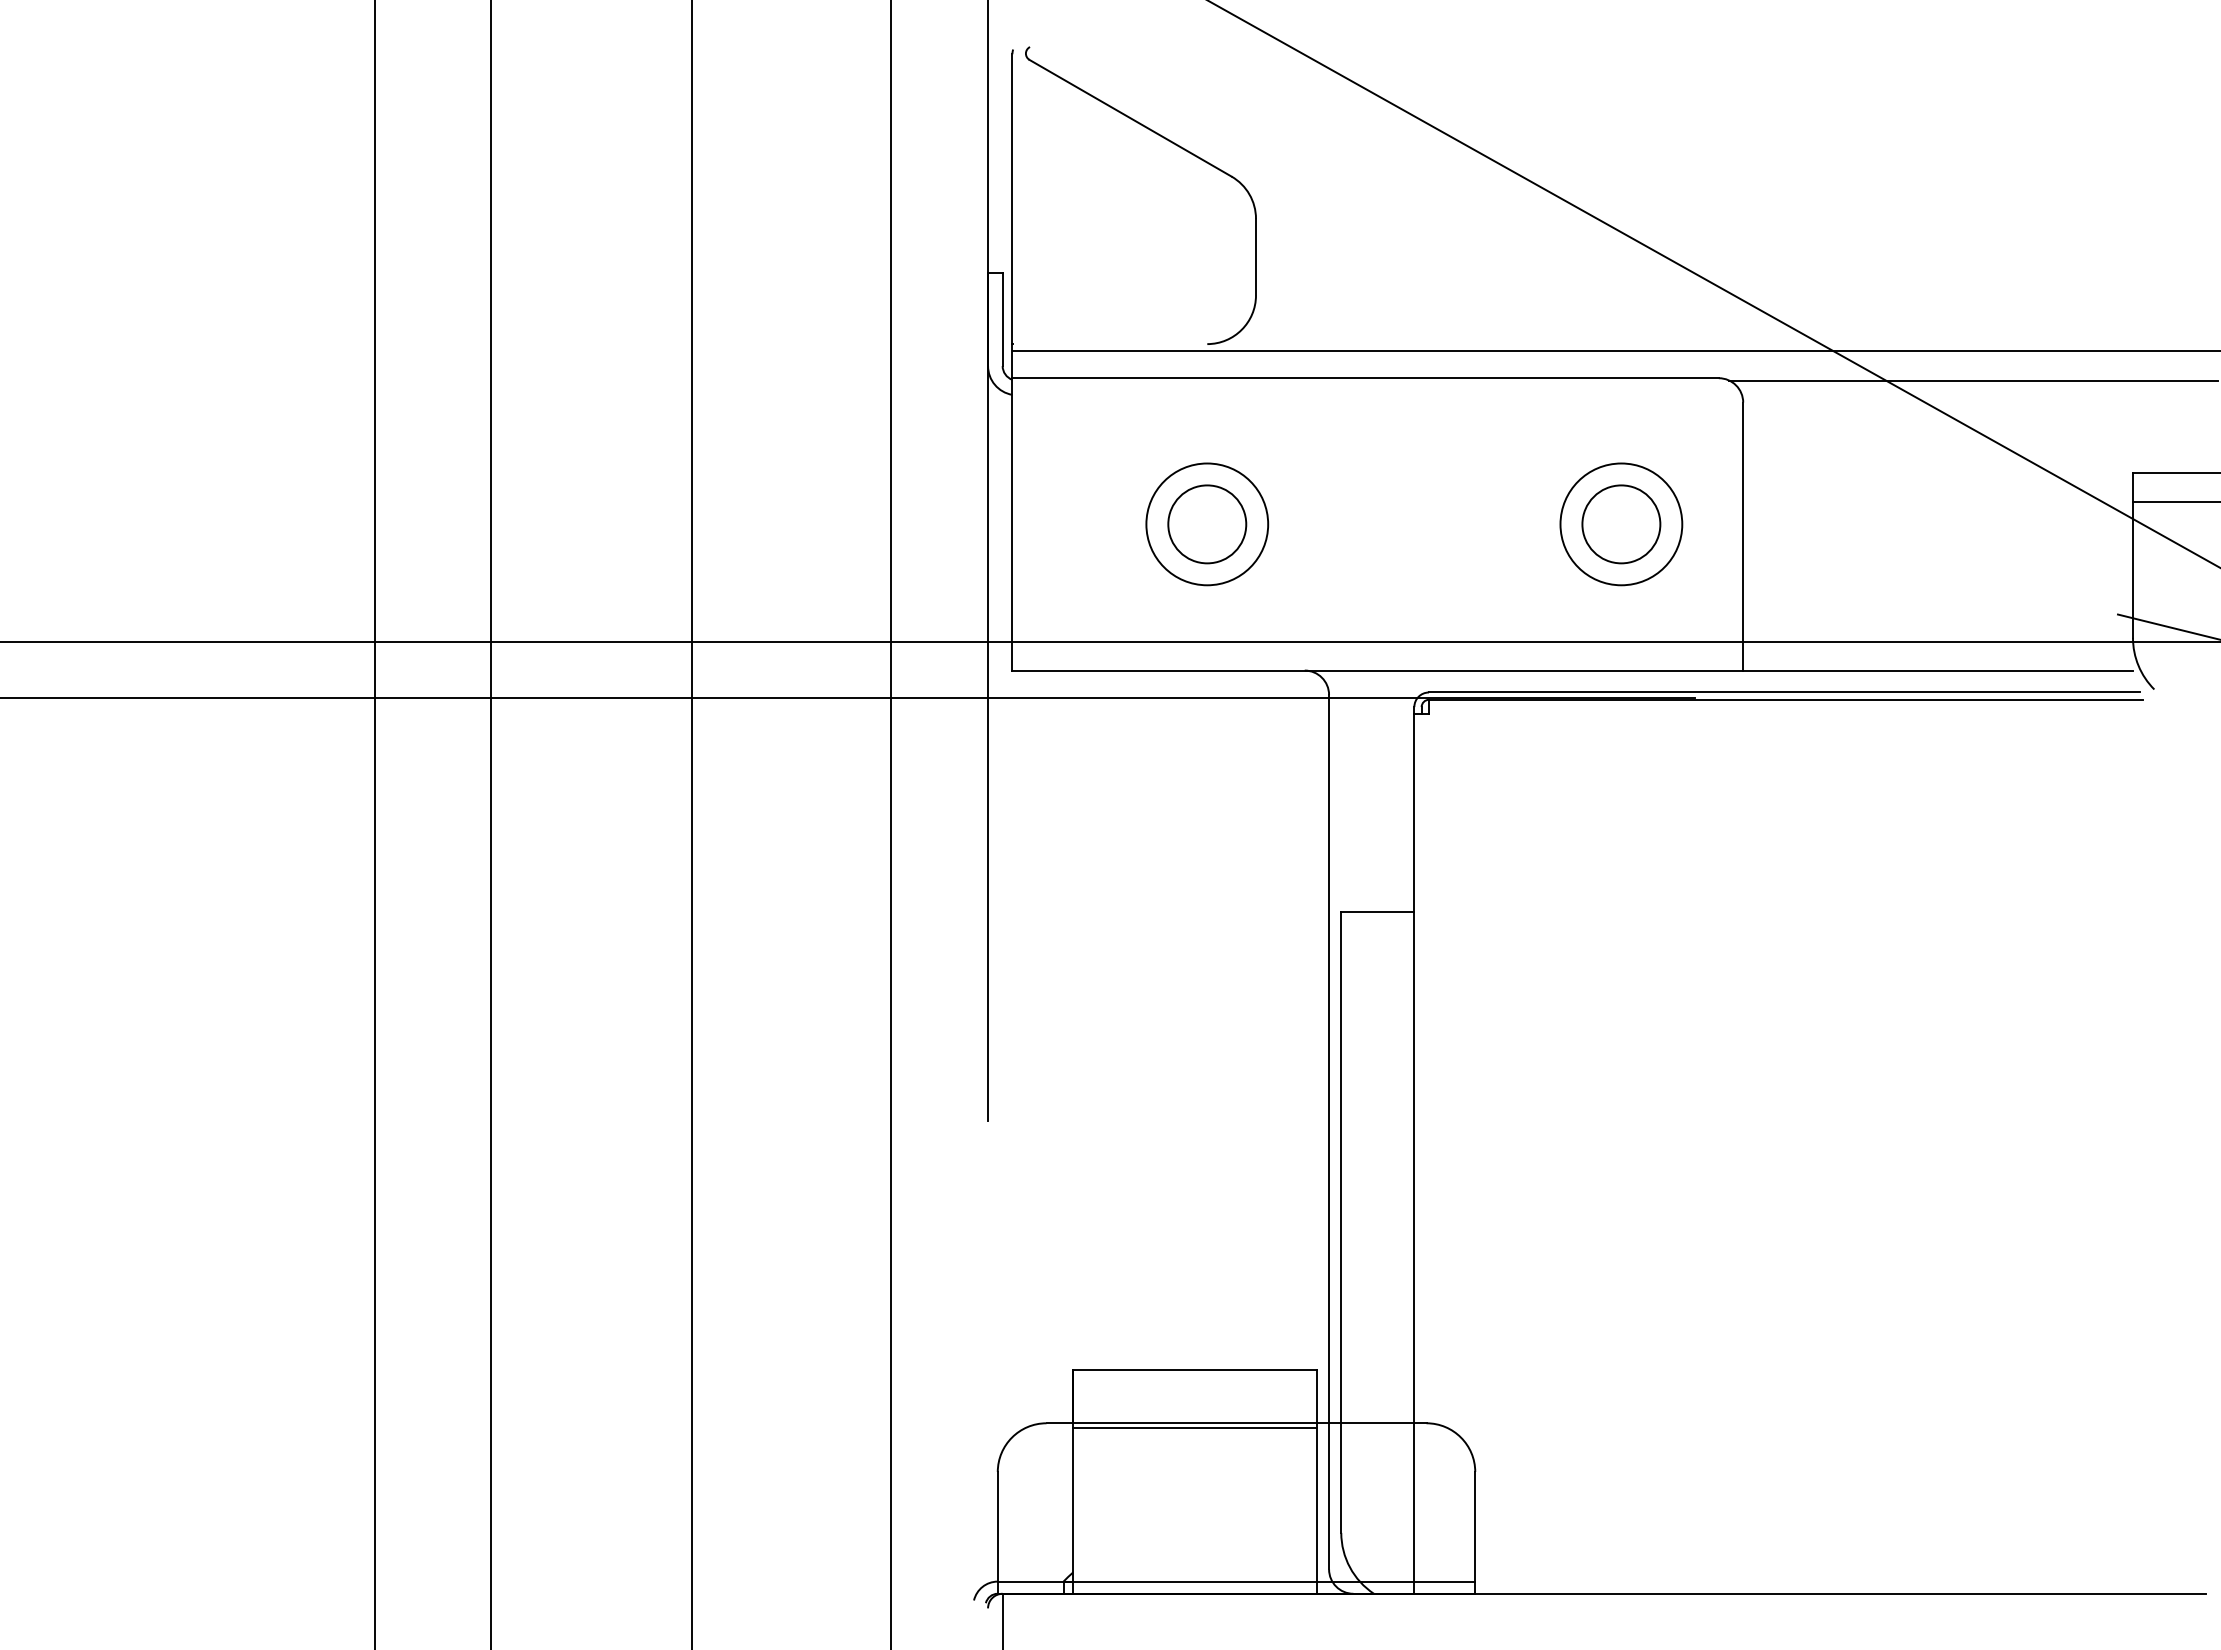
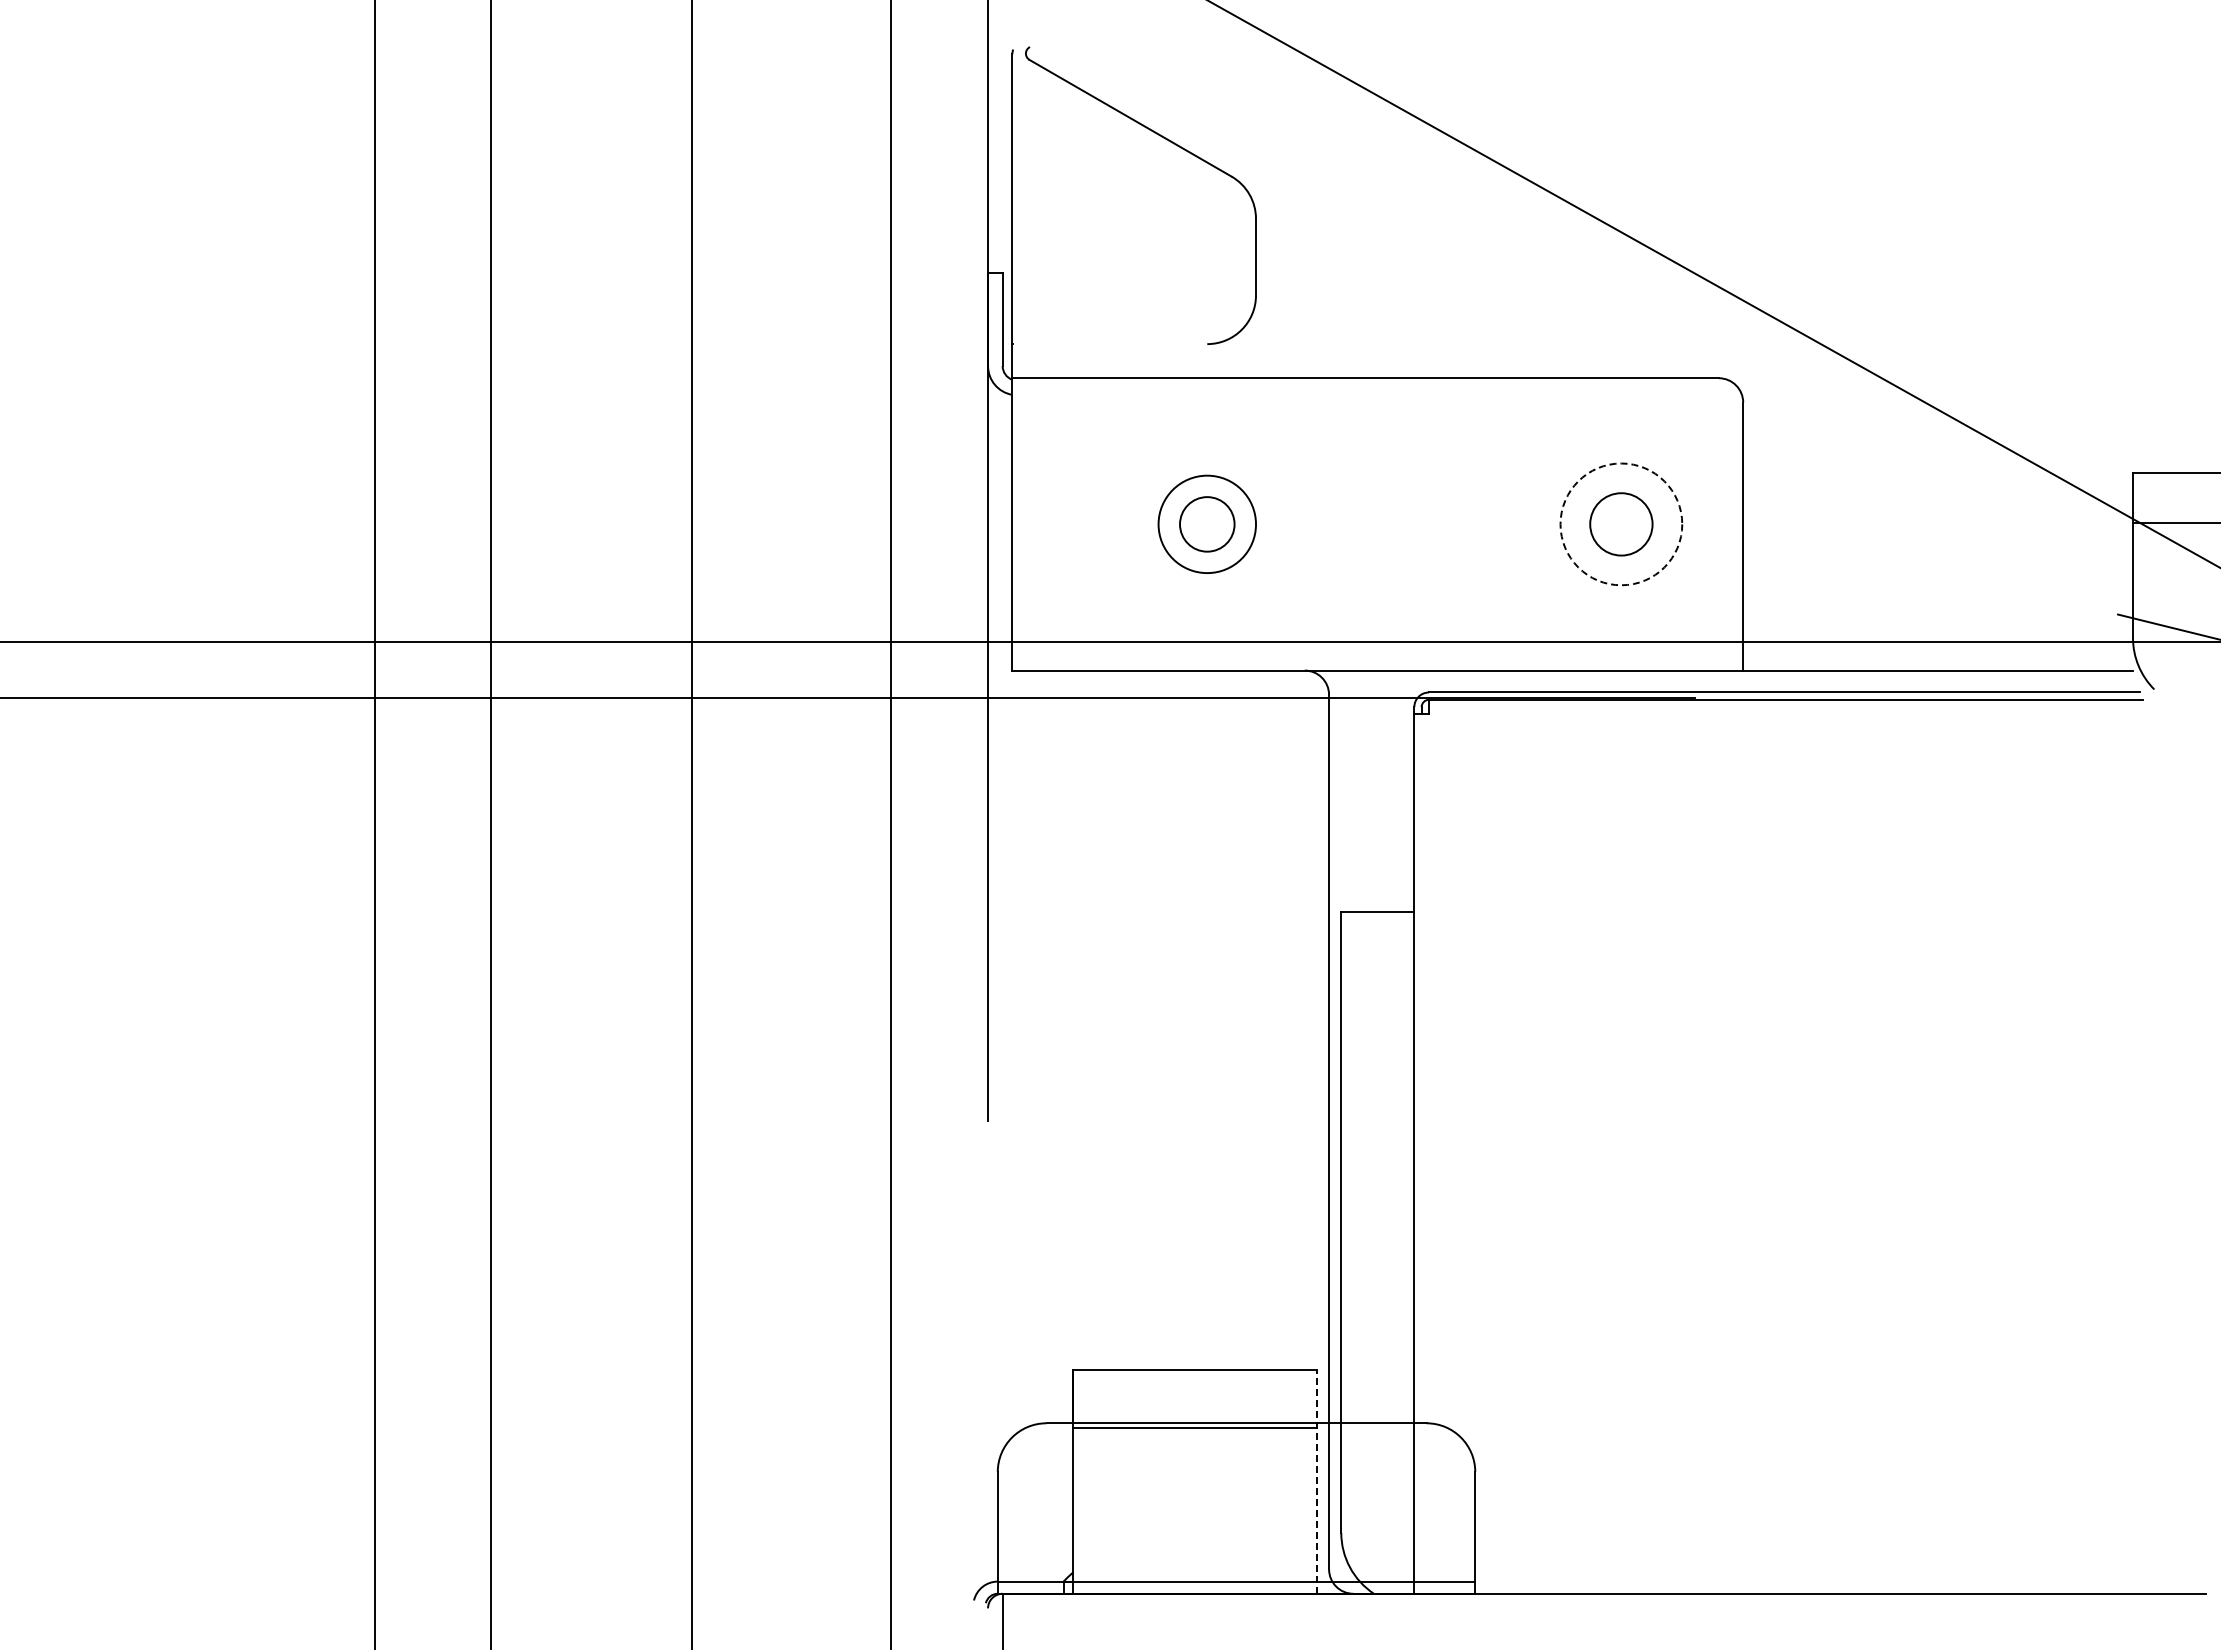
line at (1615, 351): present -> none
line at (1973, 380): present -> none
line at (2174, 502) position: (2174, 502) -> (2174, 523)
circle at (1207, 524) diameter: 122 px -> 97 px
circle at (1207, 524) diameter: 78 px -> 55 px
circle at (1621, 524) diameter: 78 px -> 62 px
circle at (1621, 524): solid -> dashed
line at (1316, 1481): solid -> dashed
